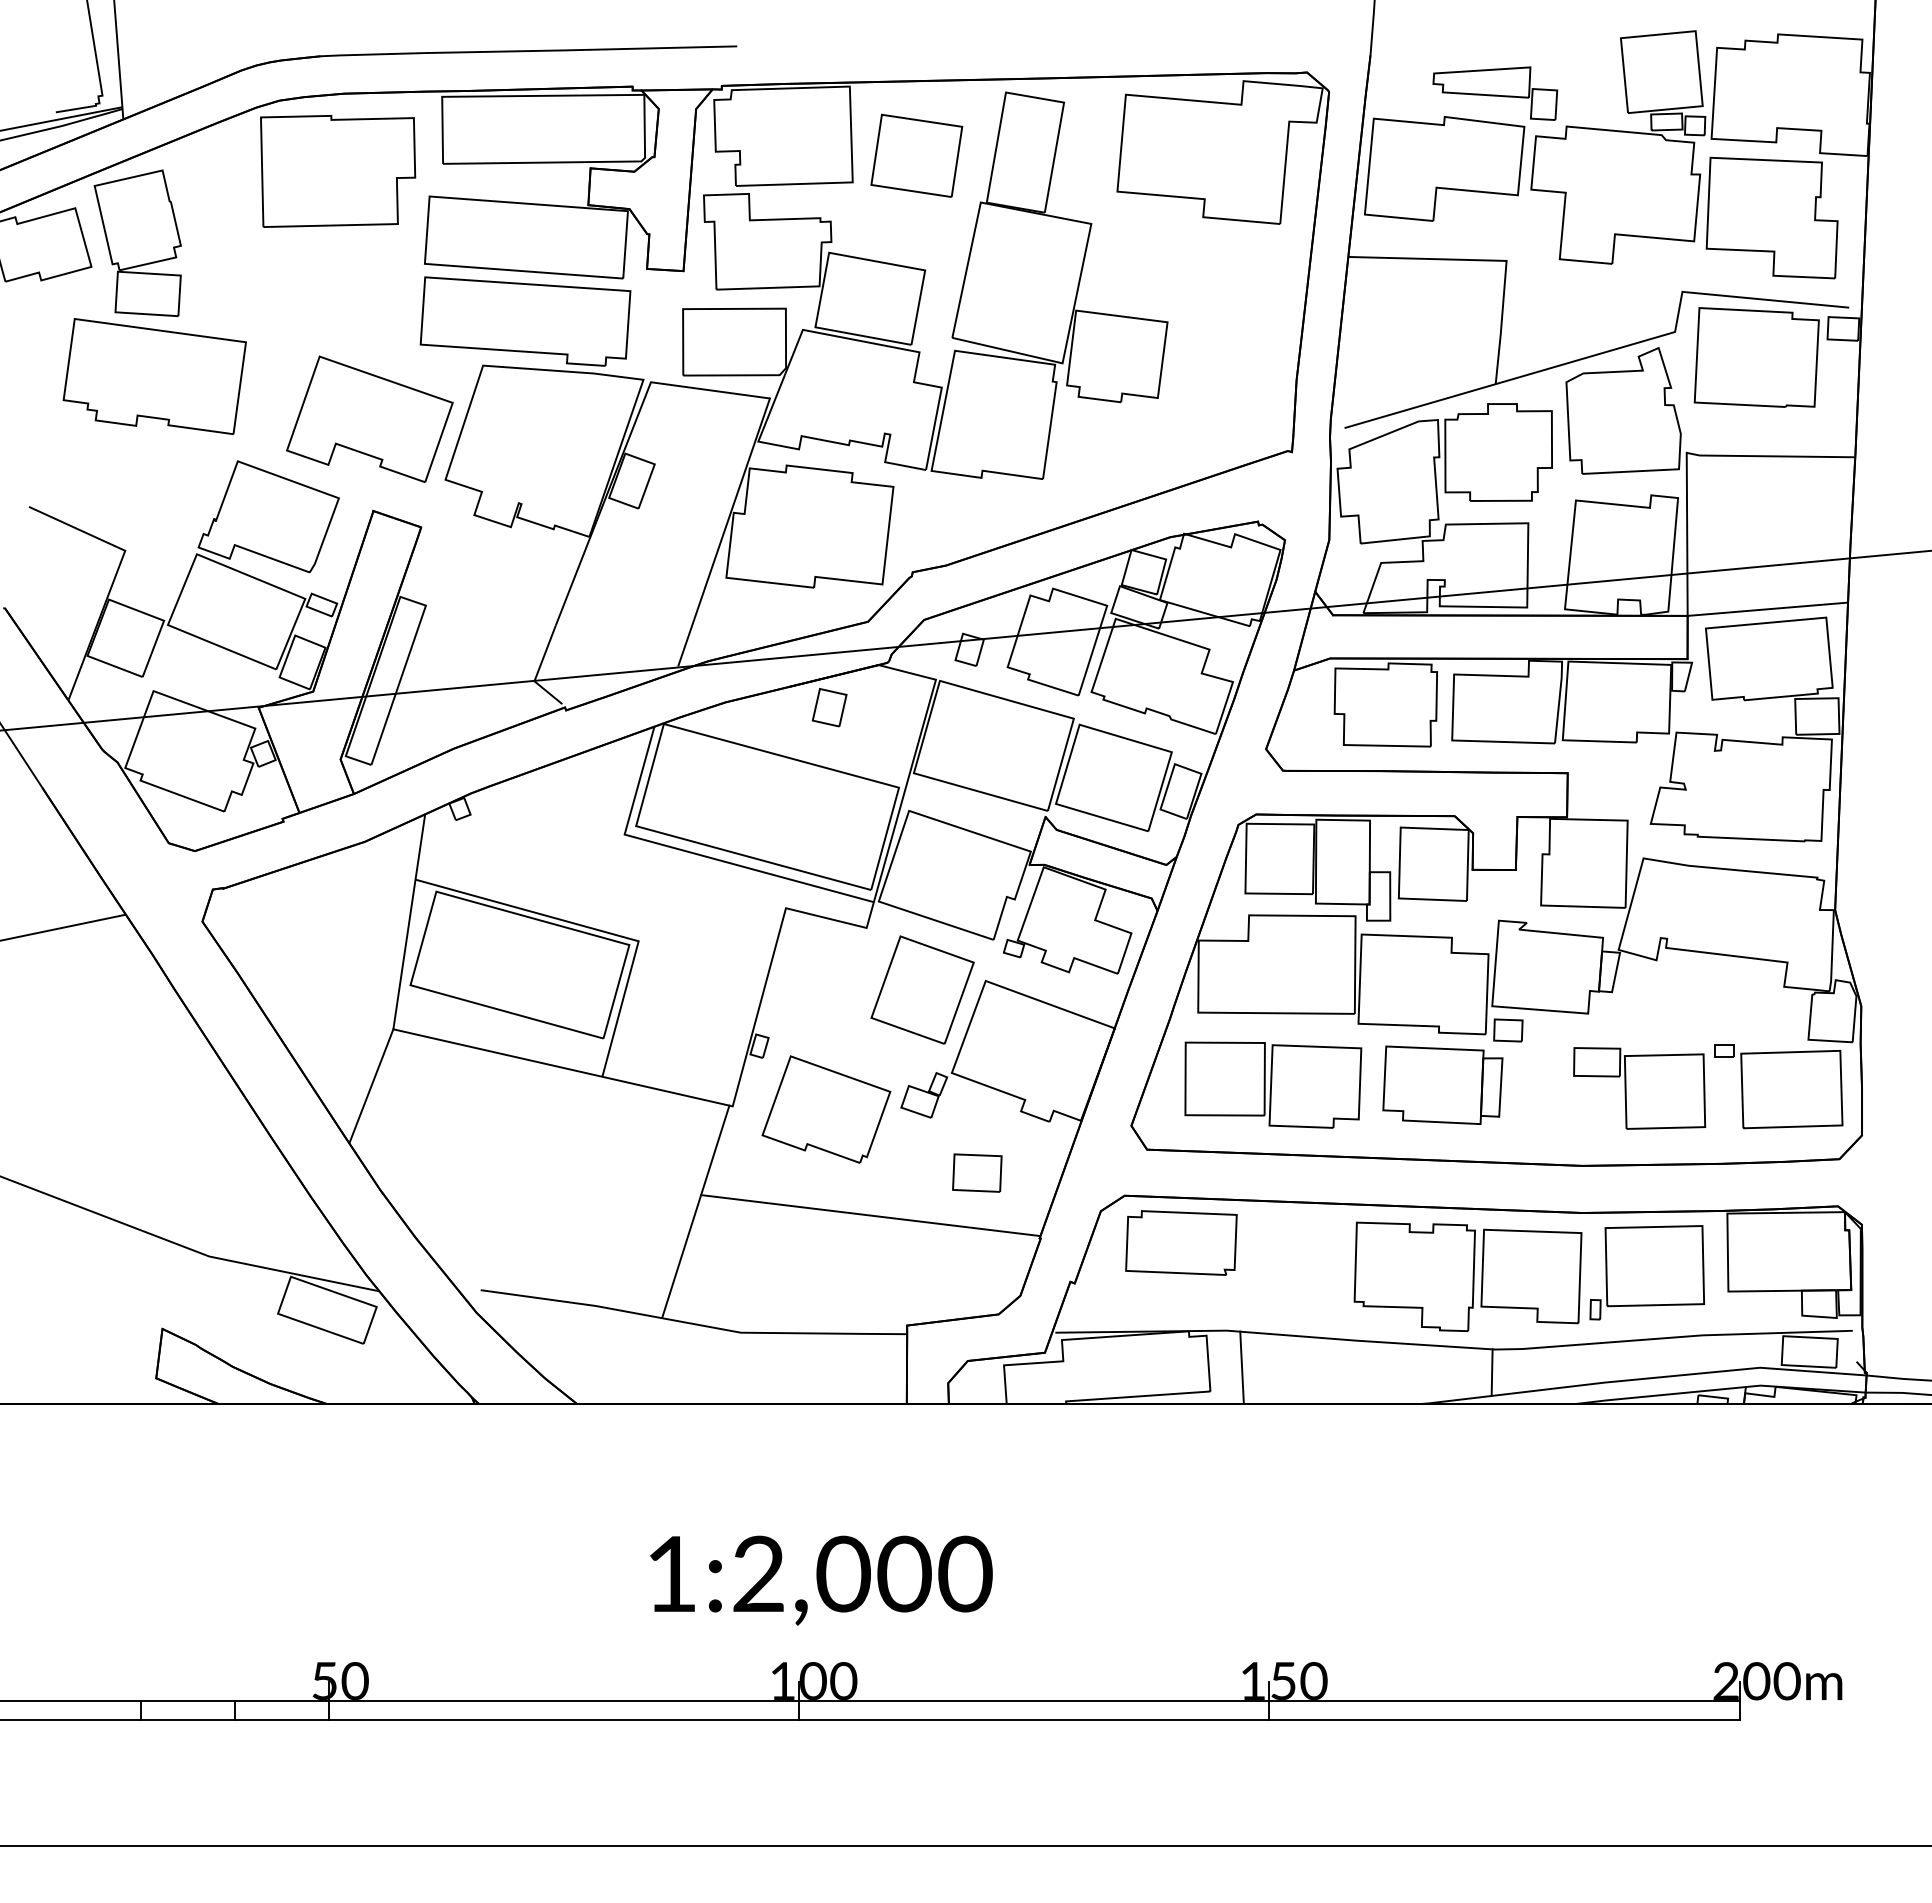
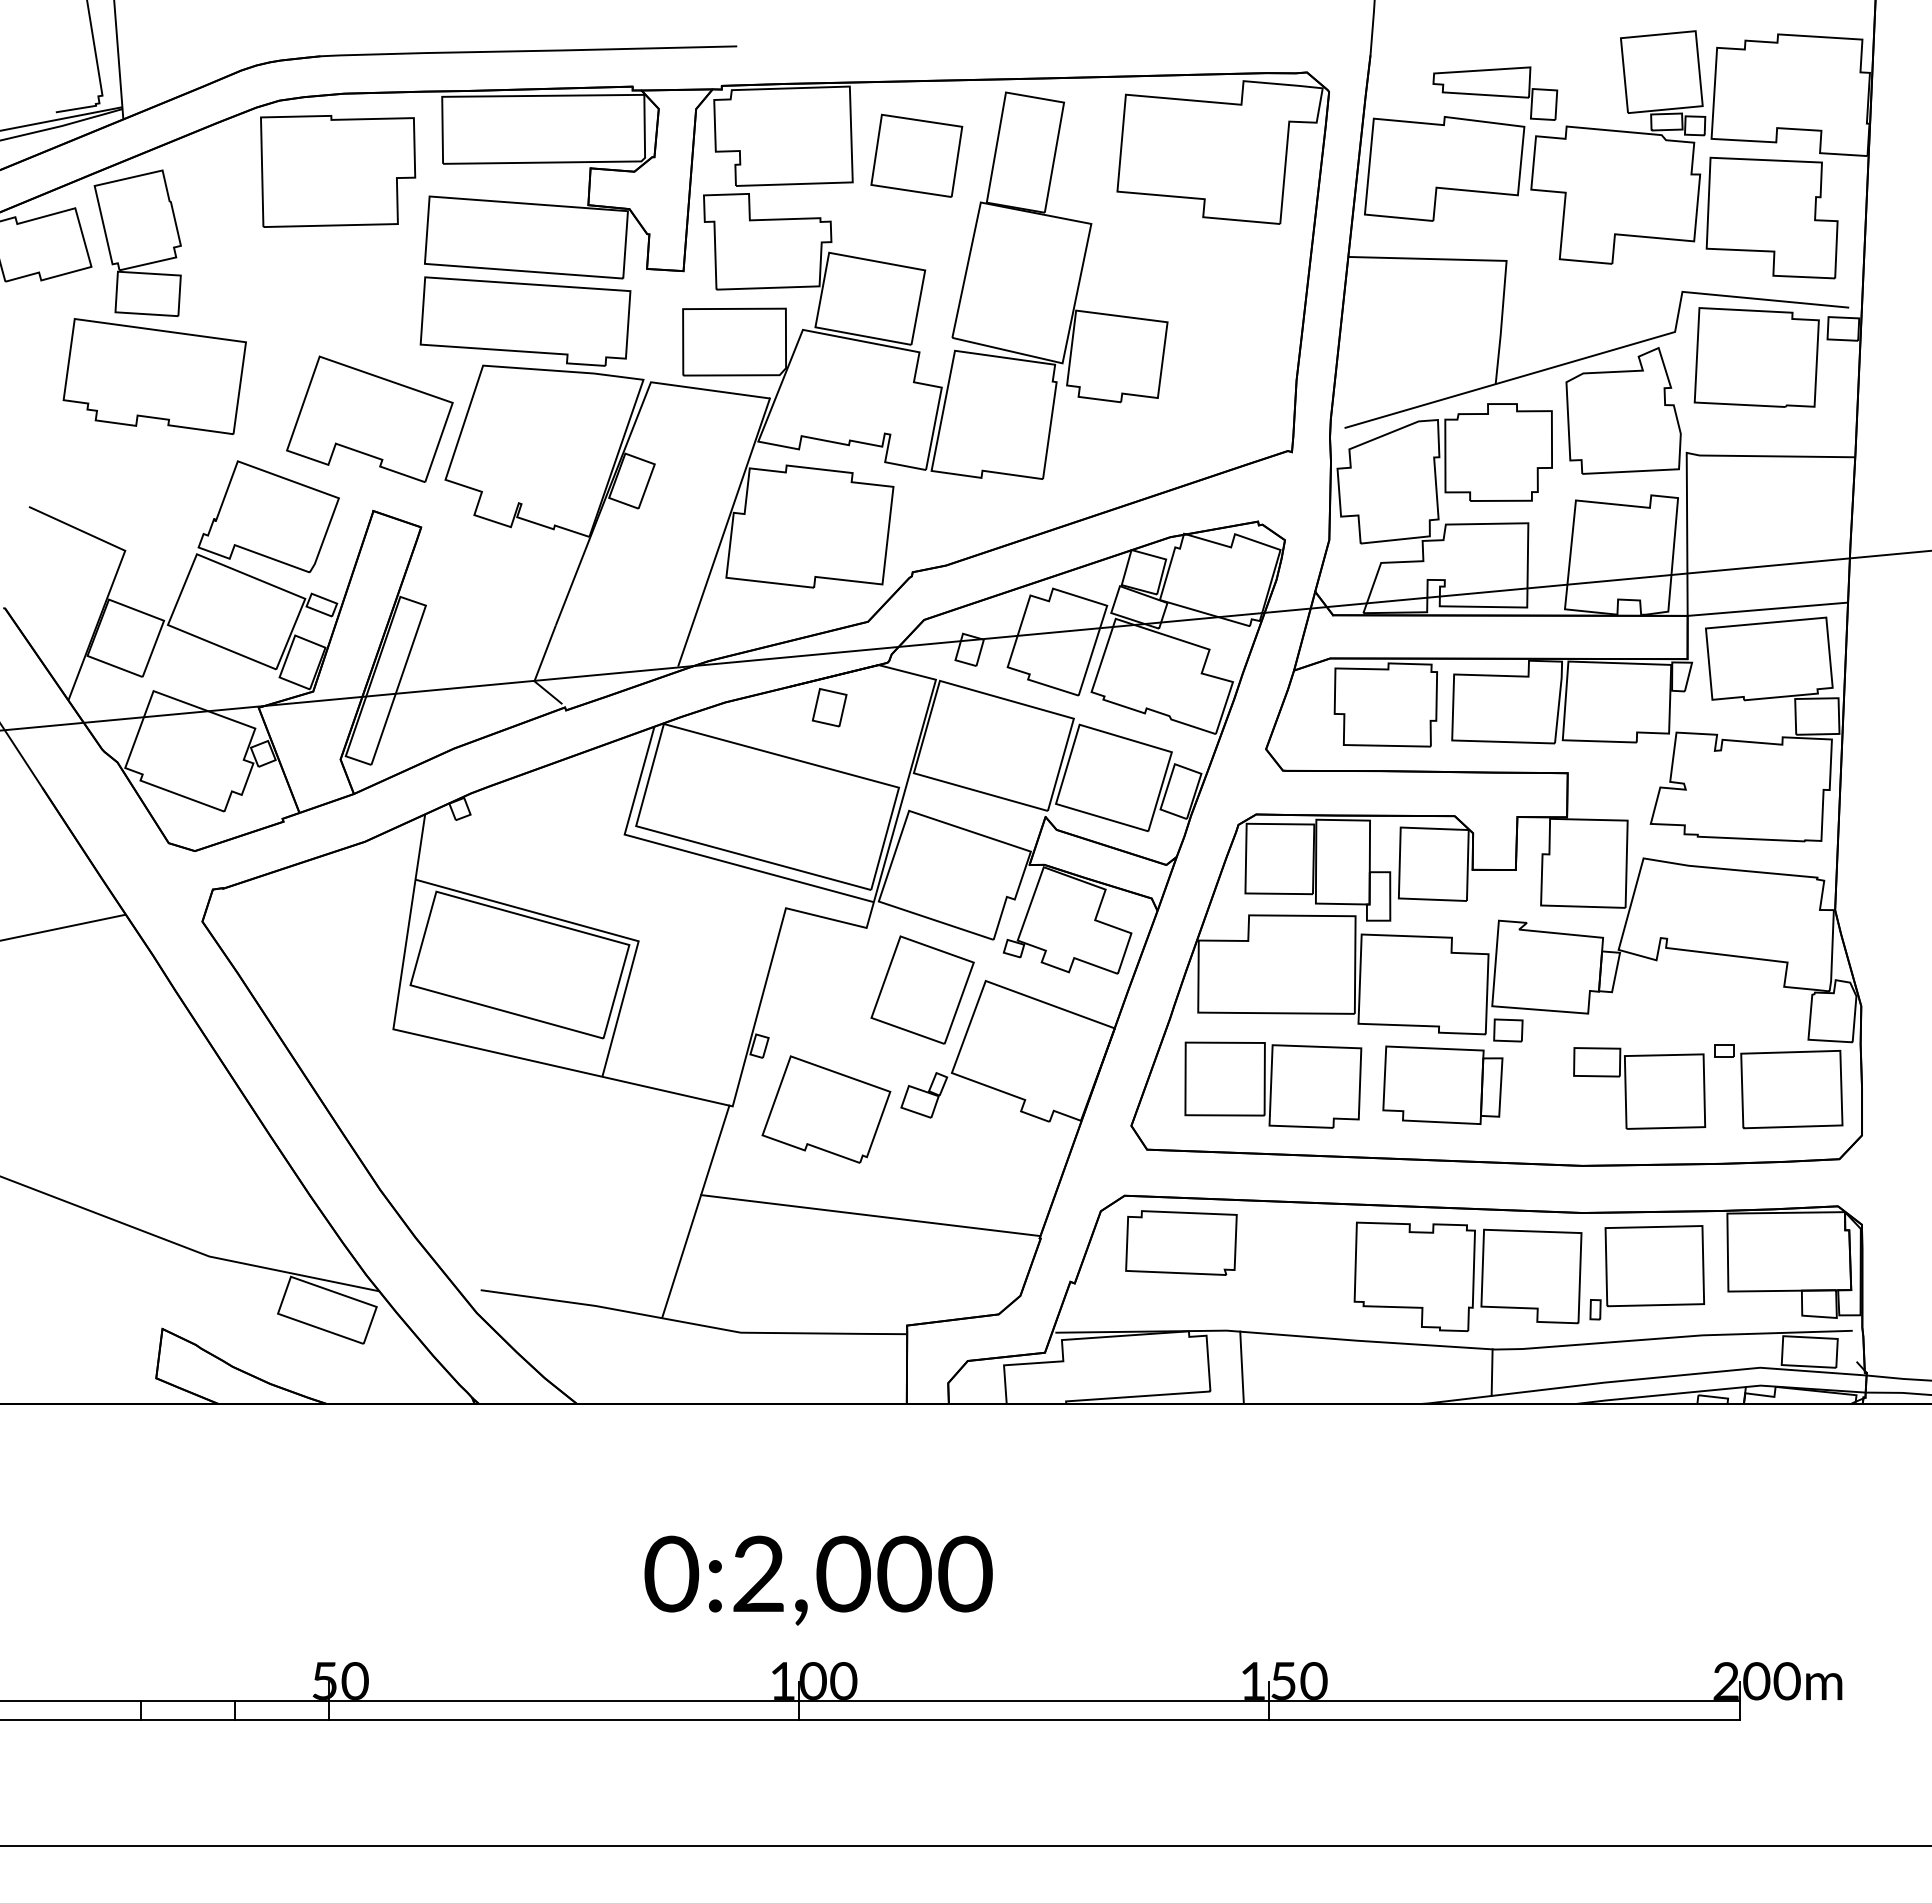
line at (371, 1086): present -> none
part at (977, 1172): present -> none
text at (671, 1573): 1:2,000 -> 0:2,000
